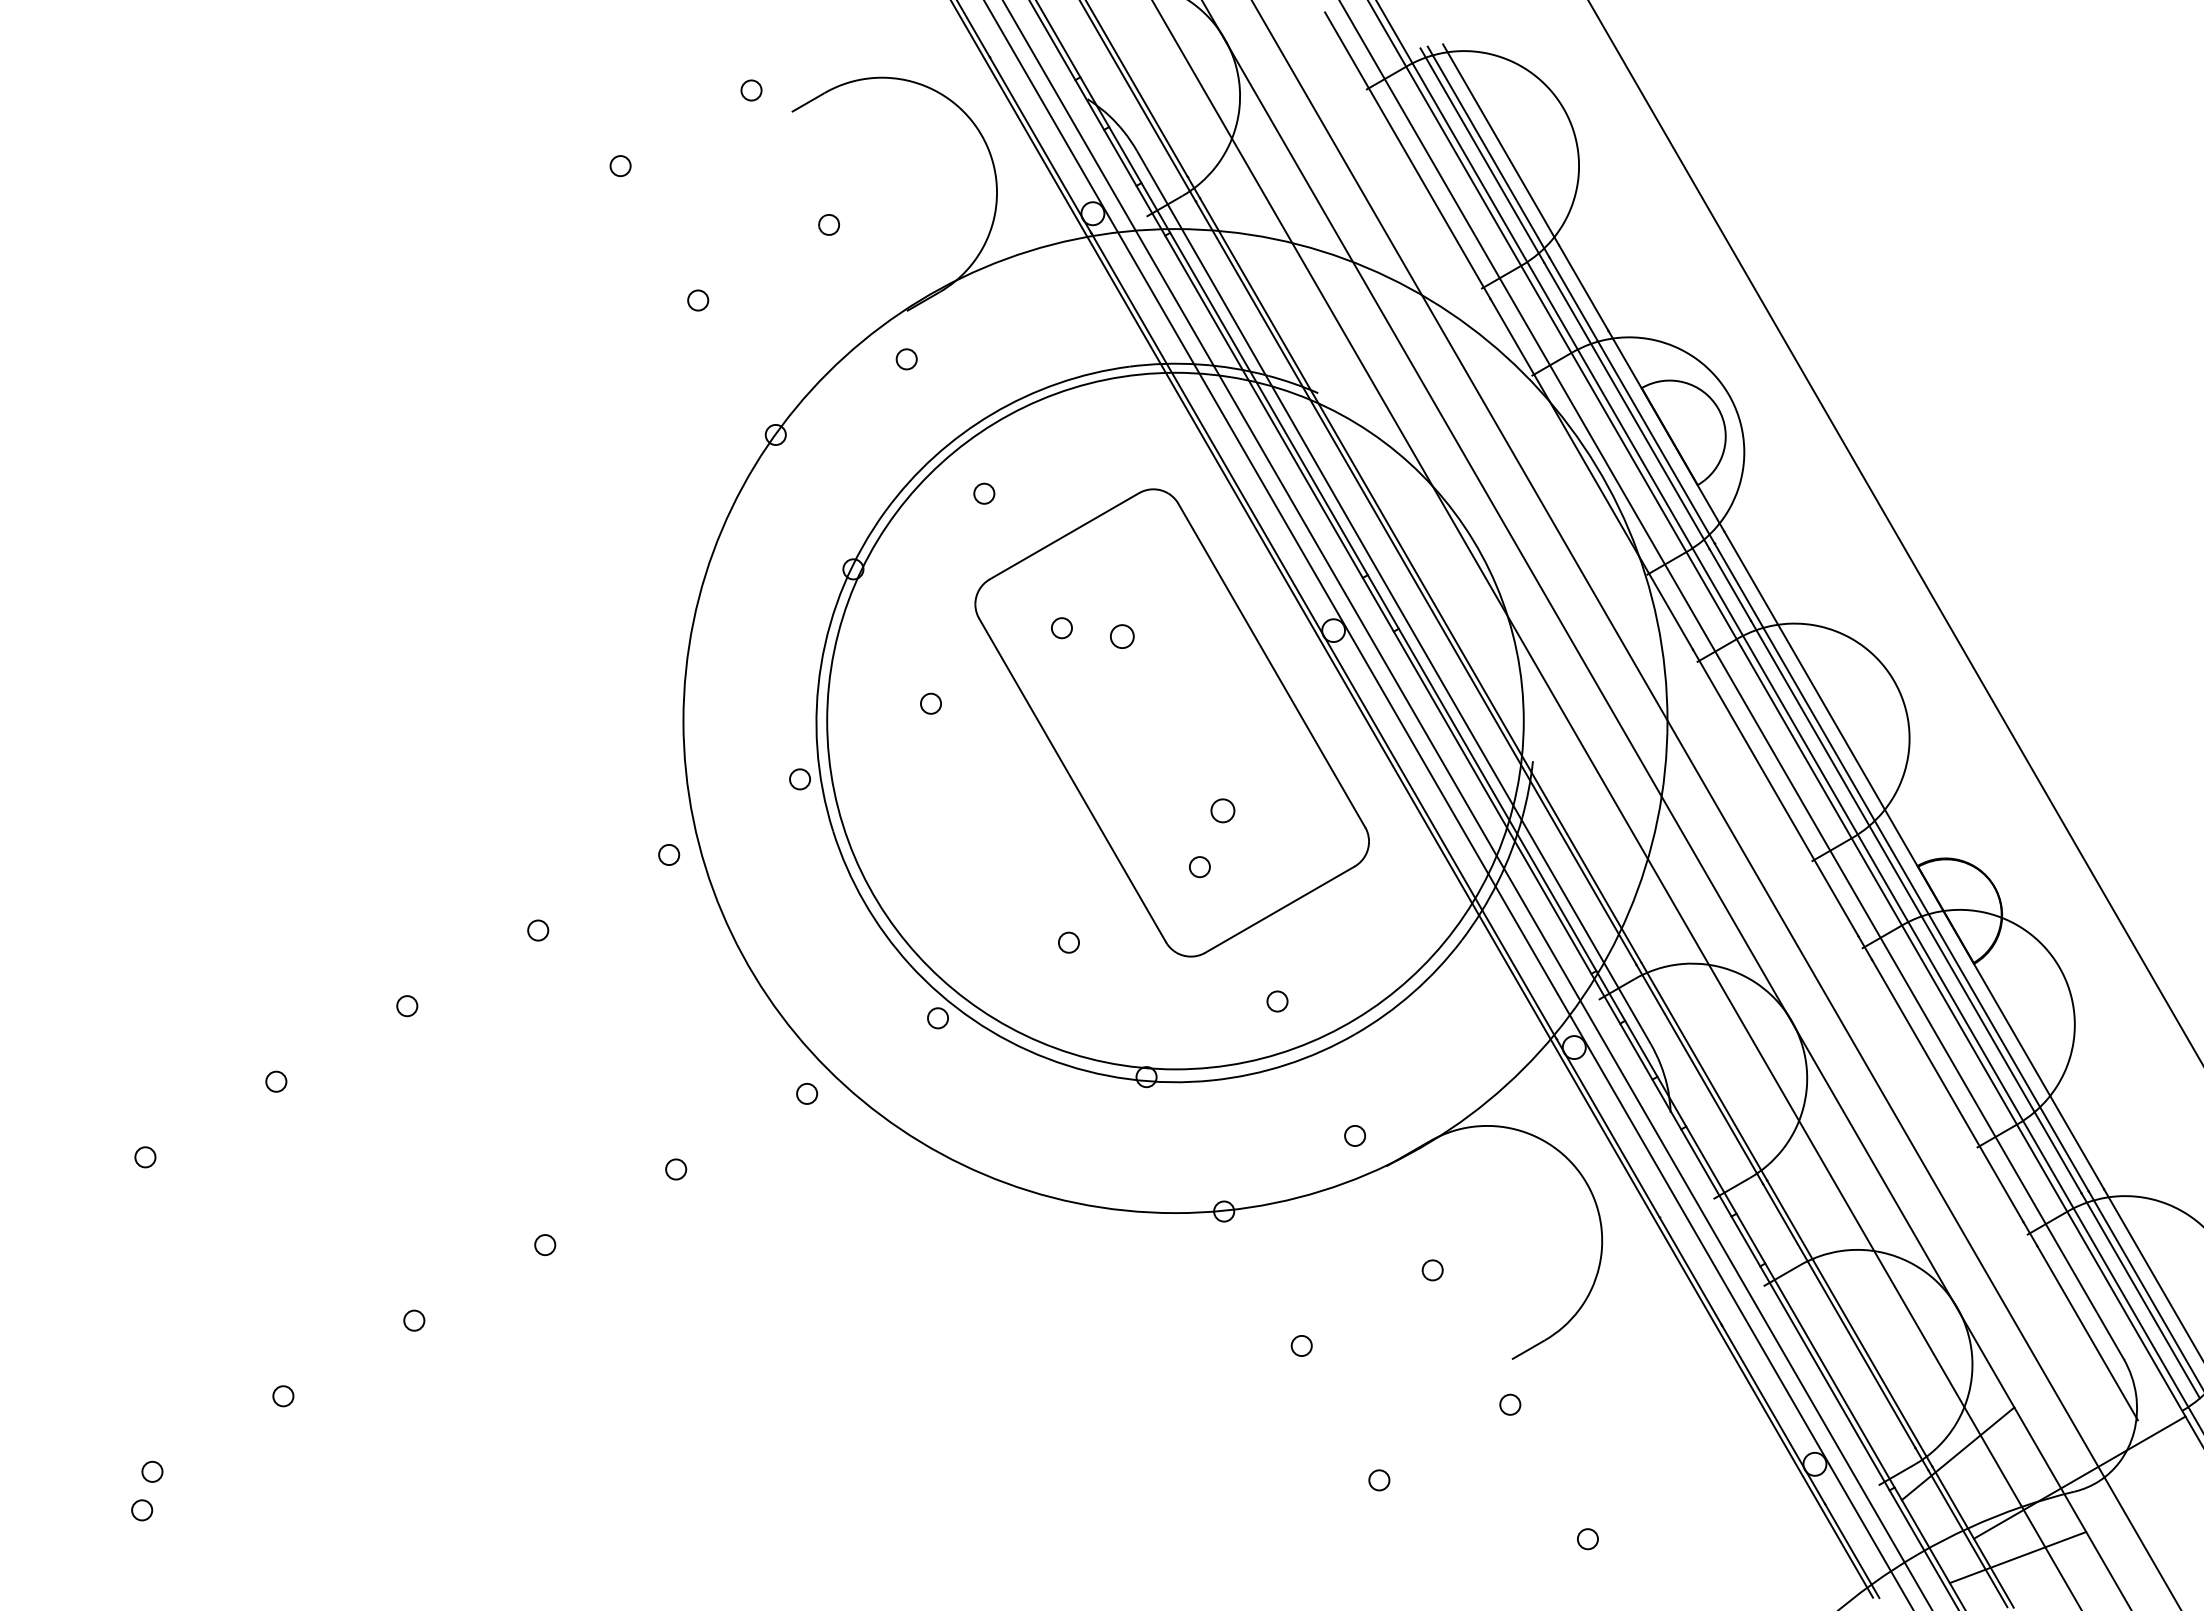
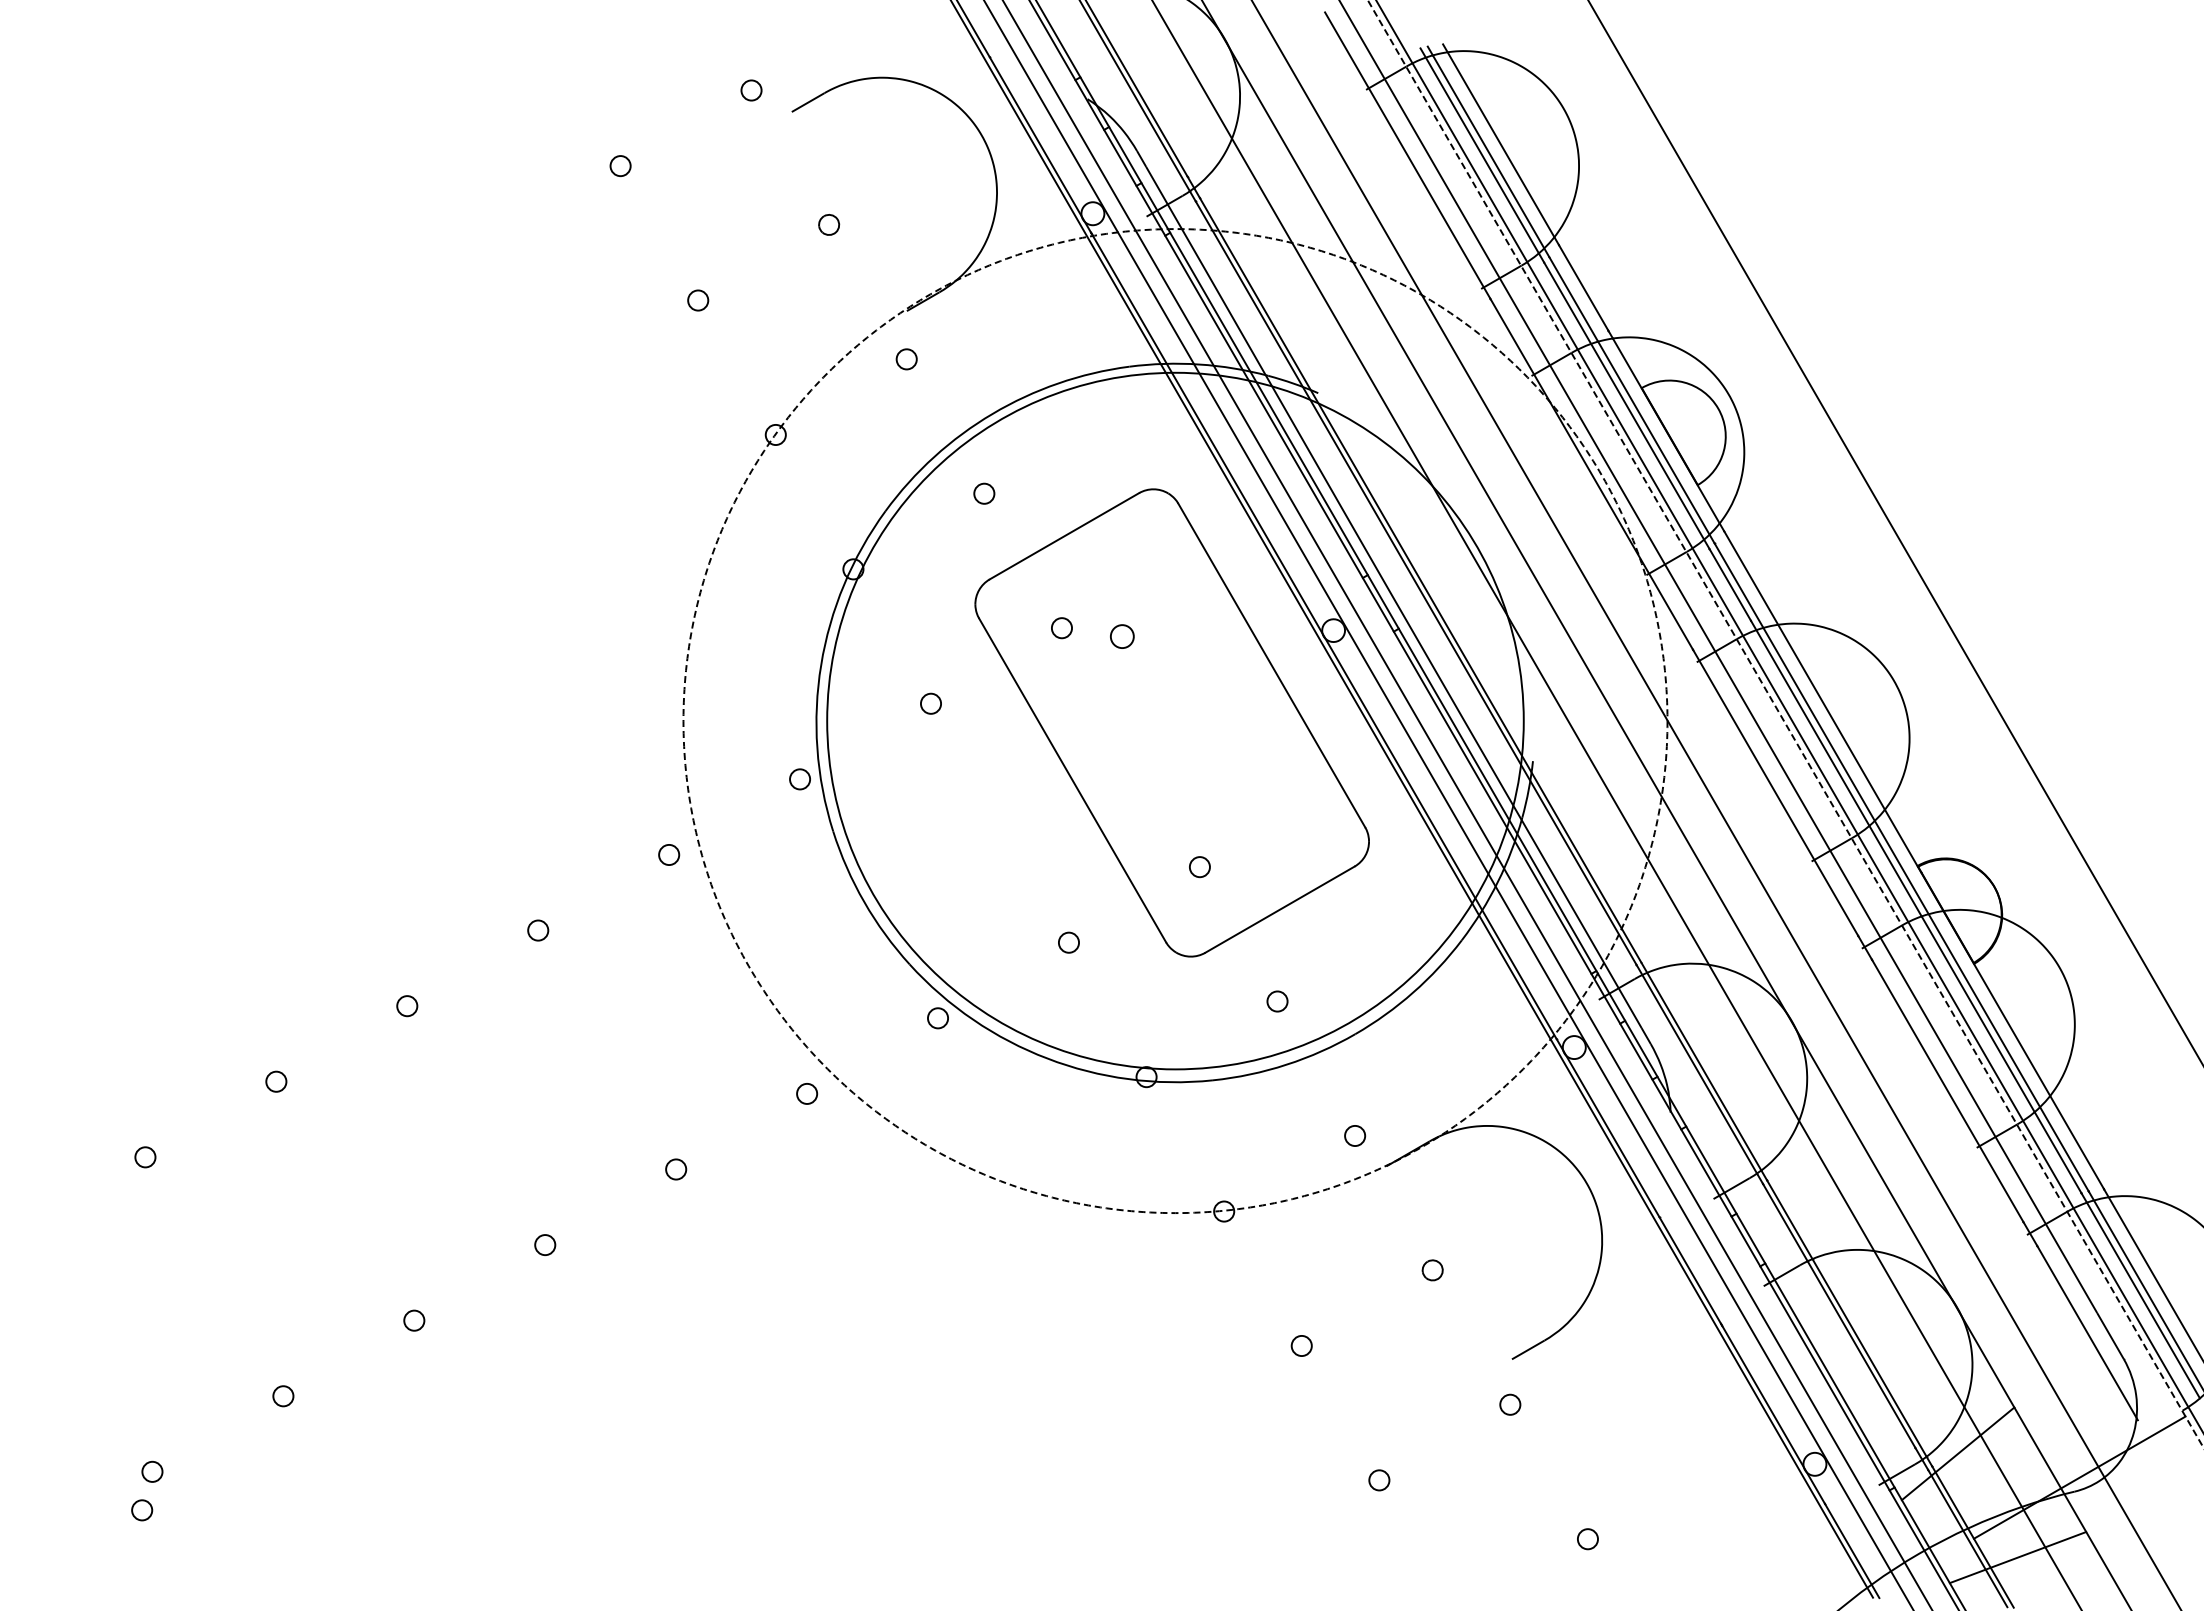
circle at (1175, 721): solid -> dashed
line at (1785, 724): solid -> dashed
circle at (1222, 810): present -> none
